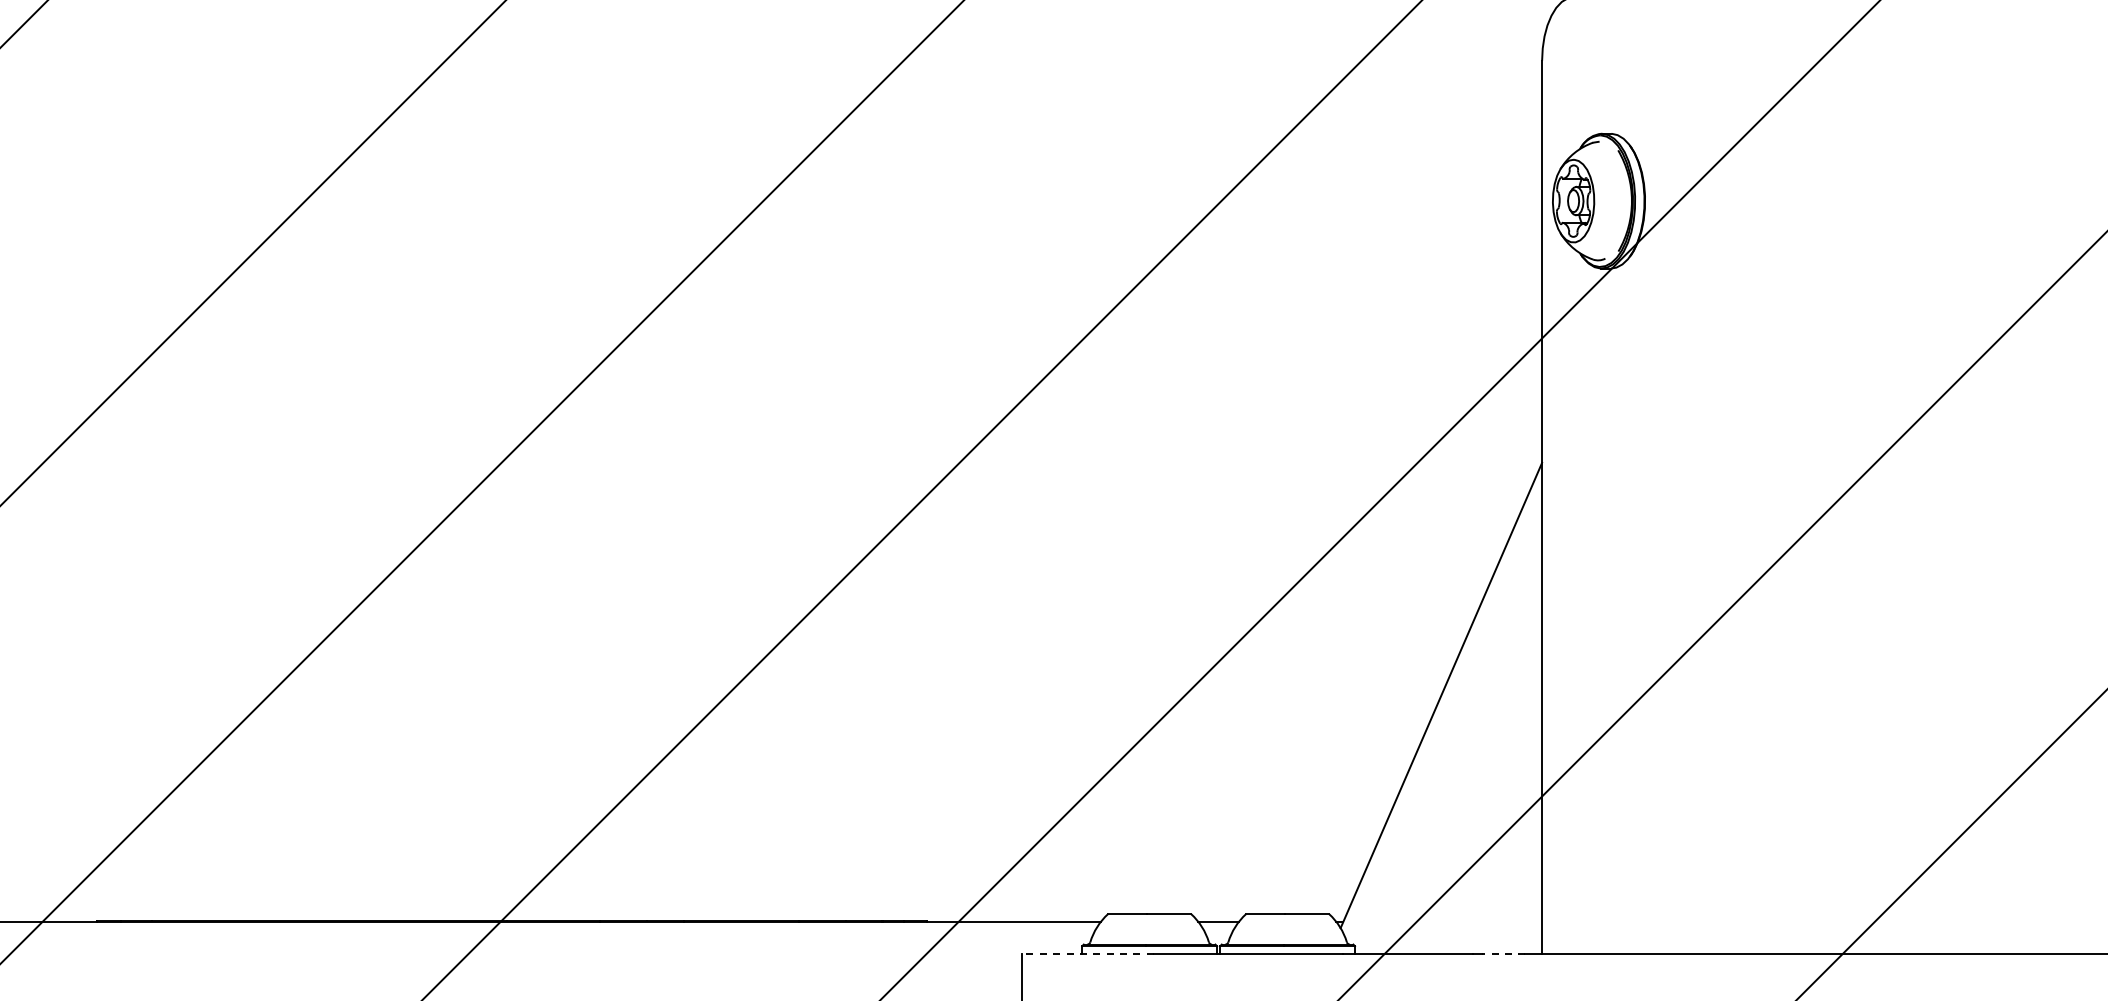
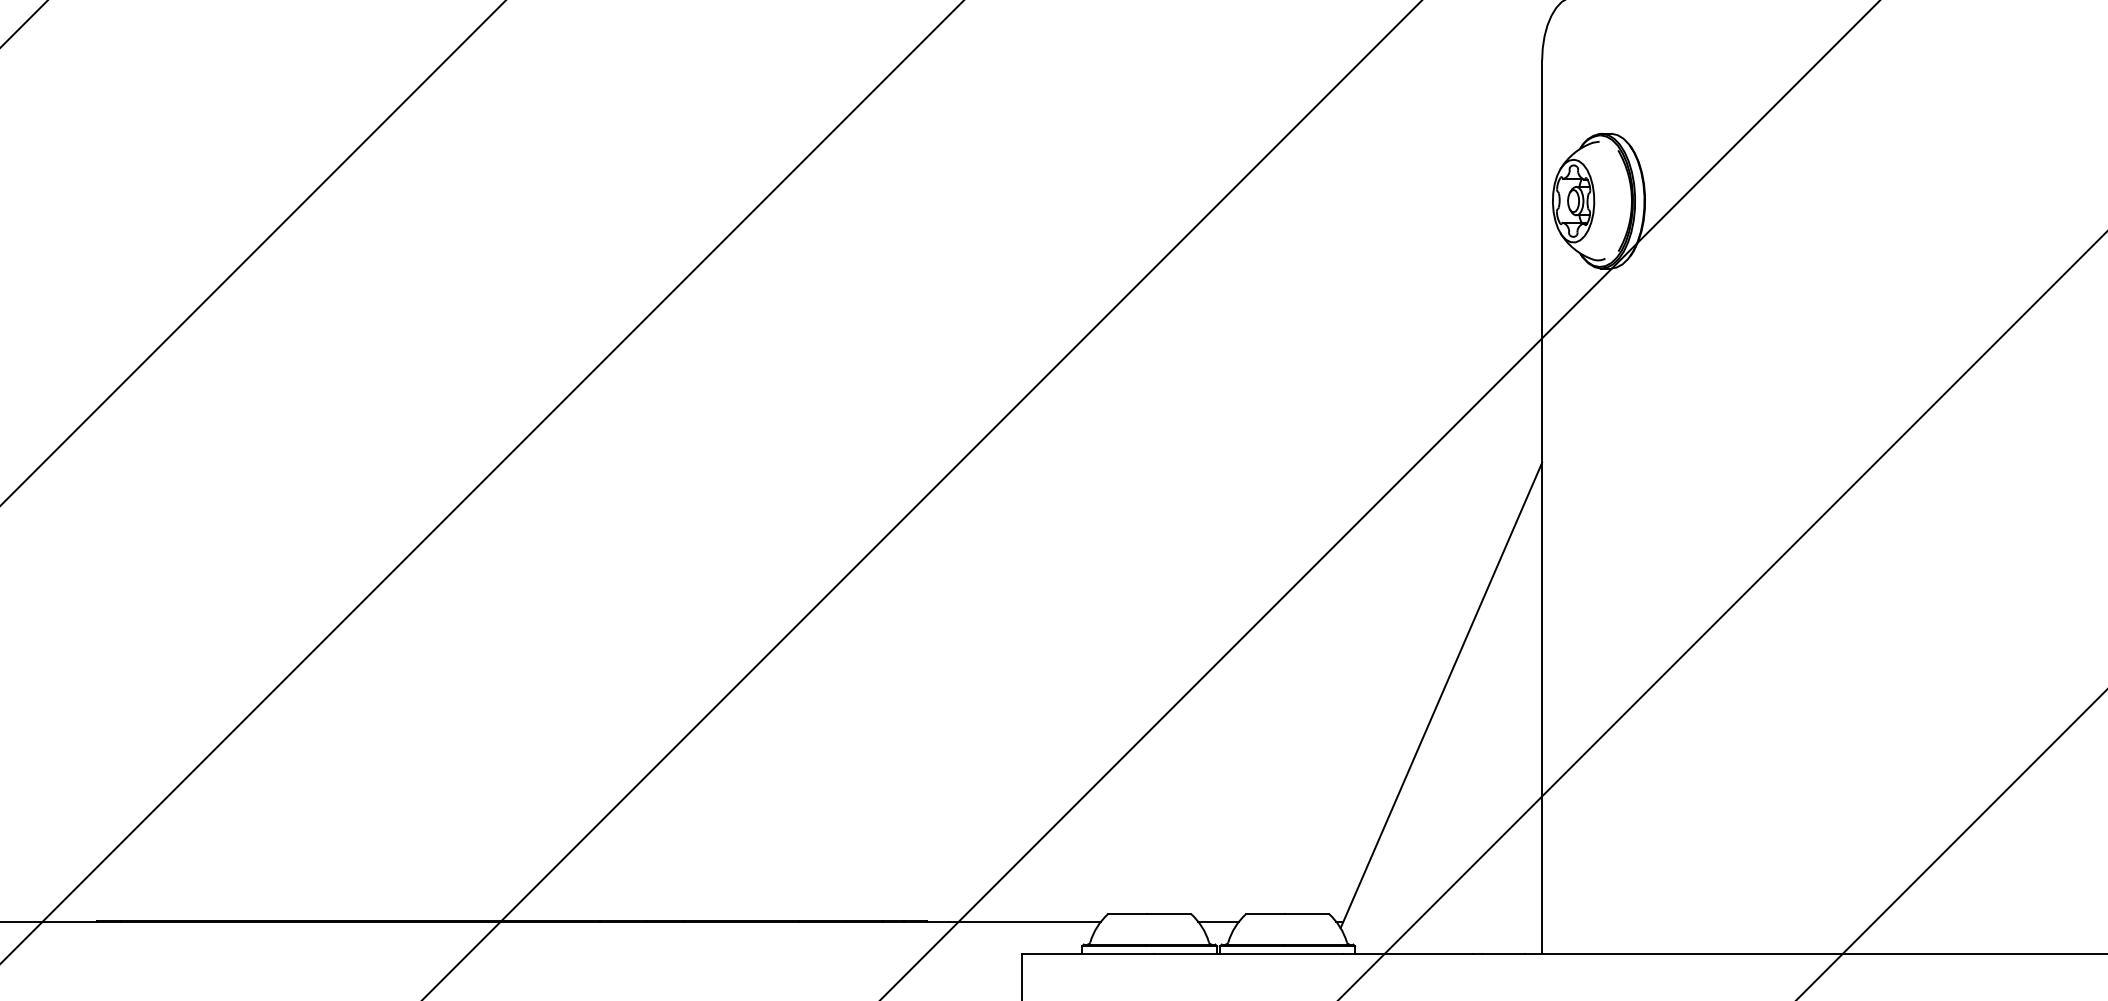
line at (1087, 953): dashed -> solid
line at (1503, 953): dashed -> solid
